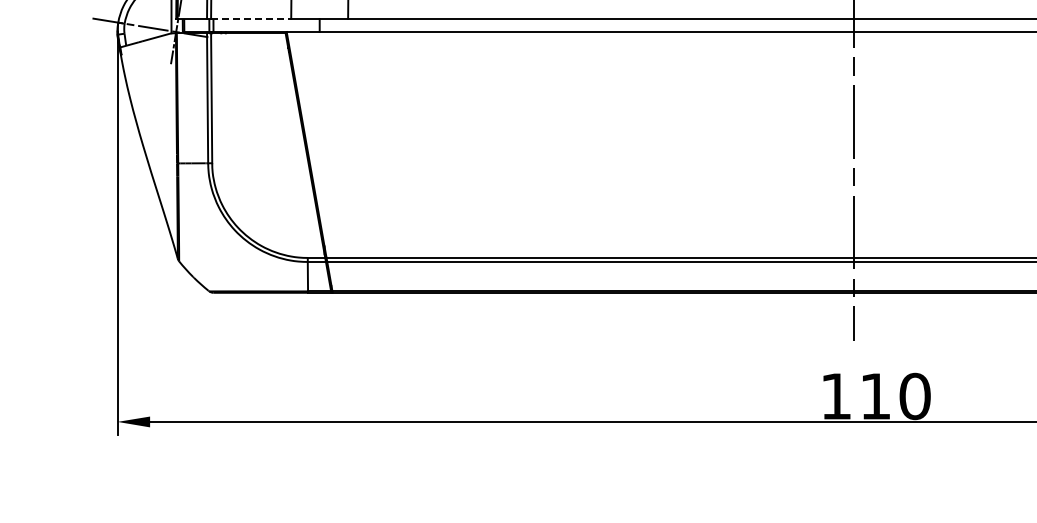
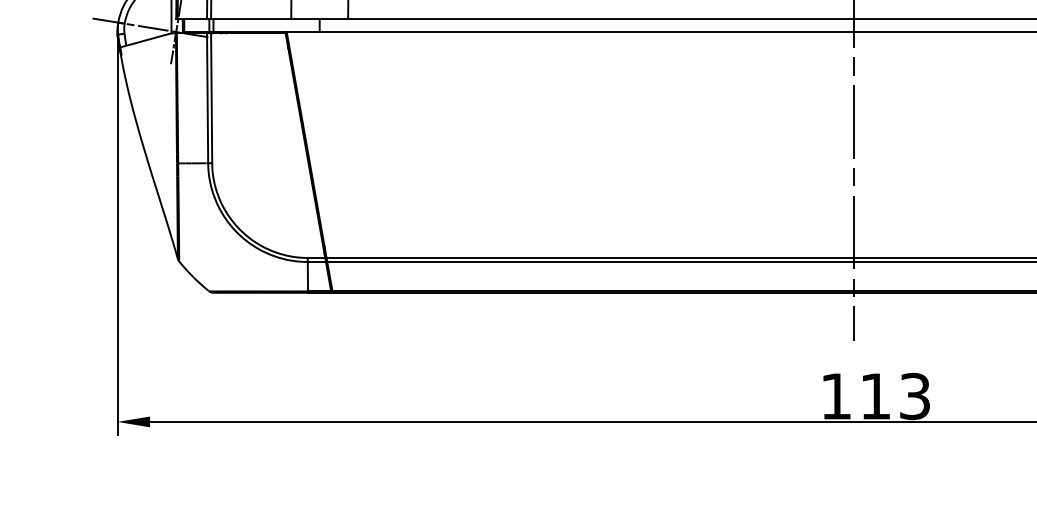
line at (251, 18): dashed -> solid
text at (914, 396): 110 -> 113
